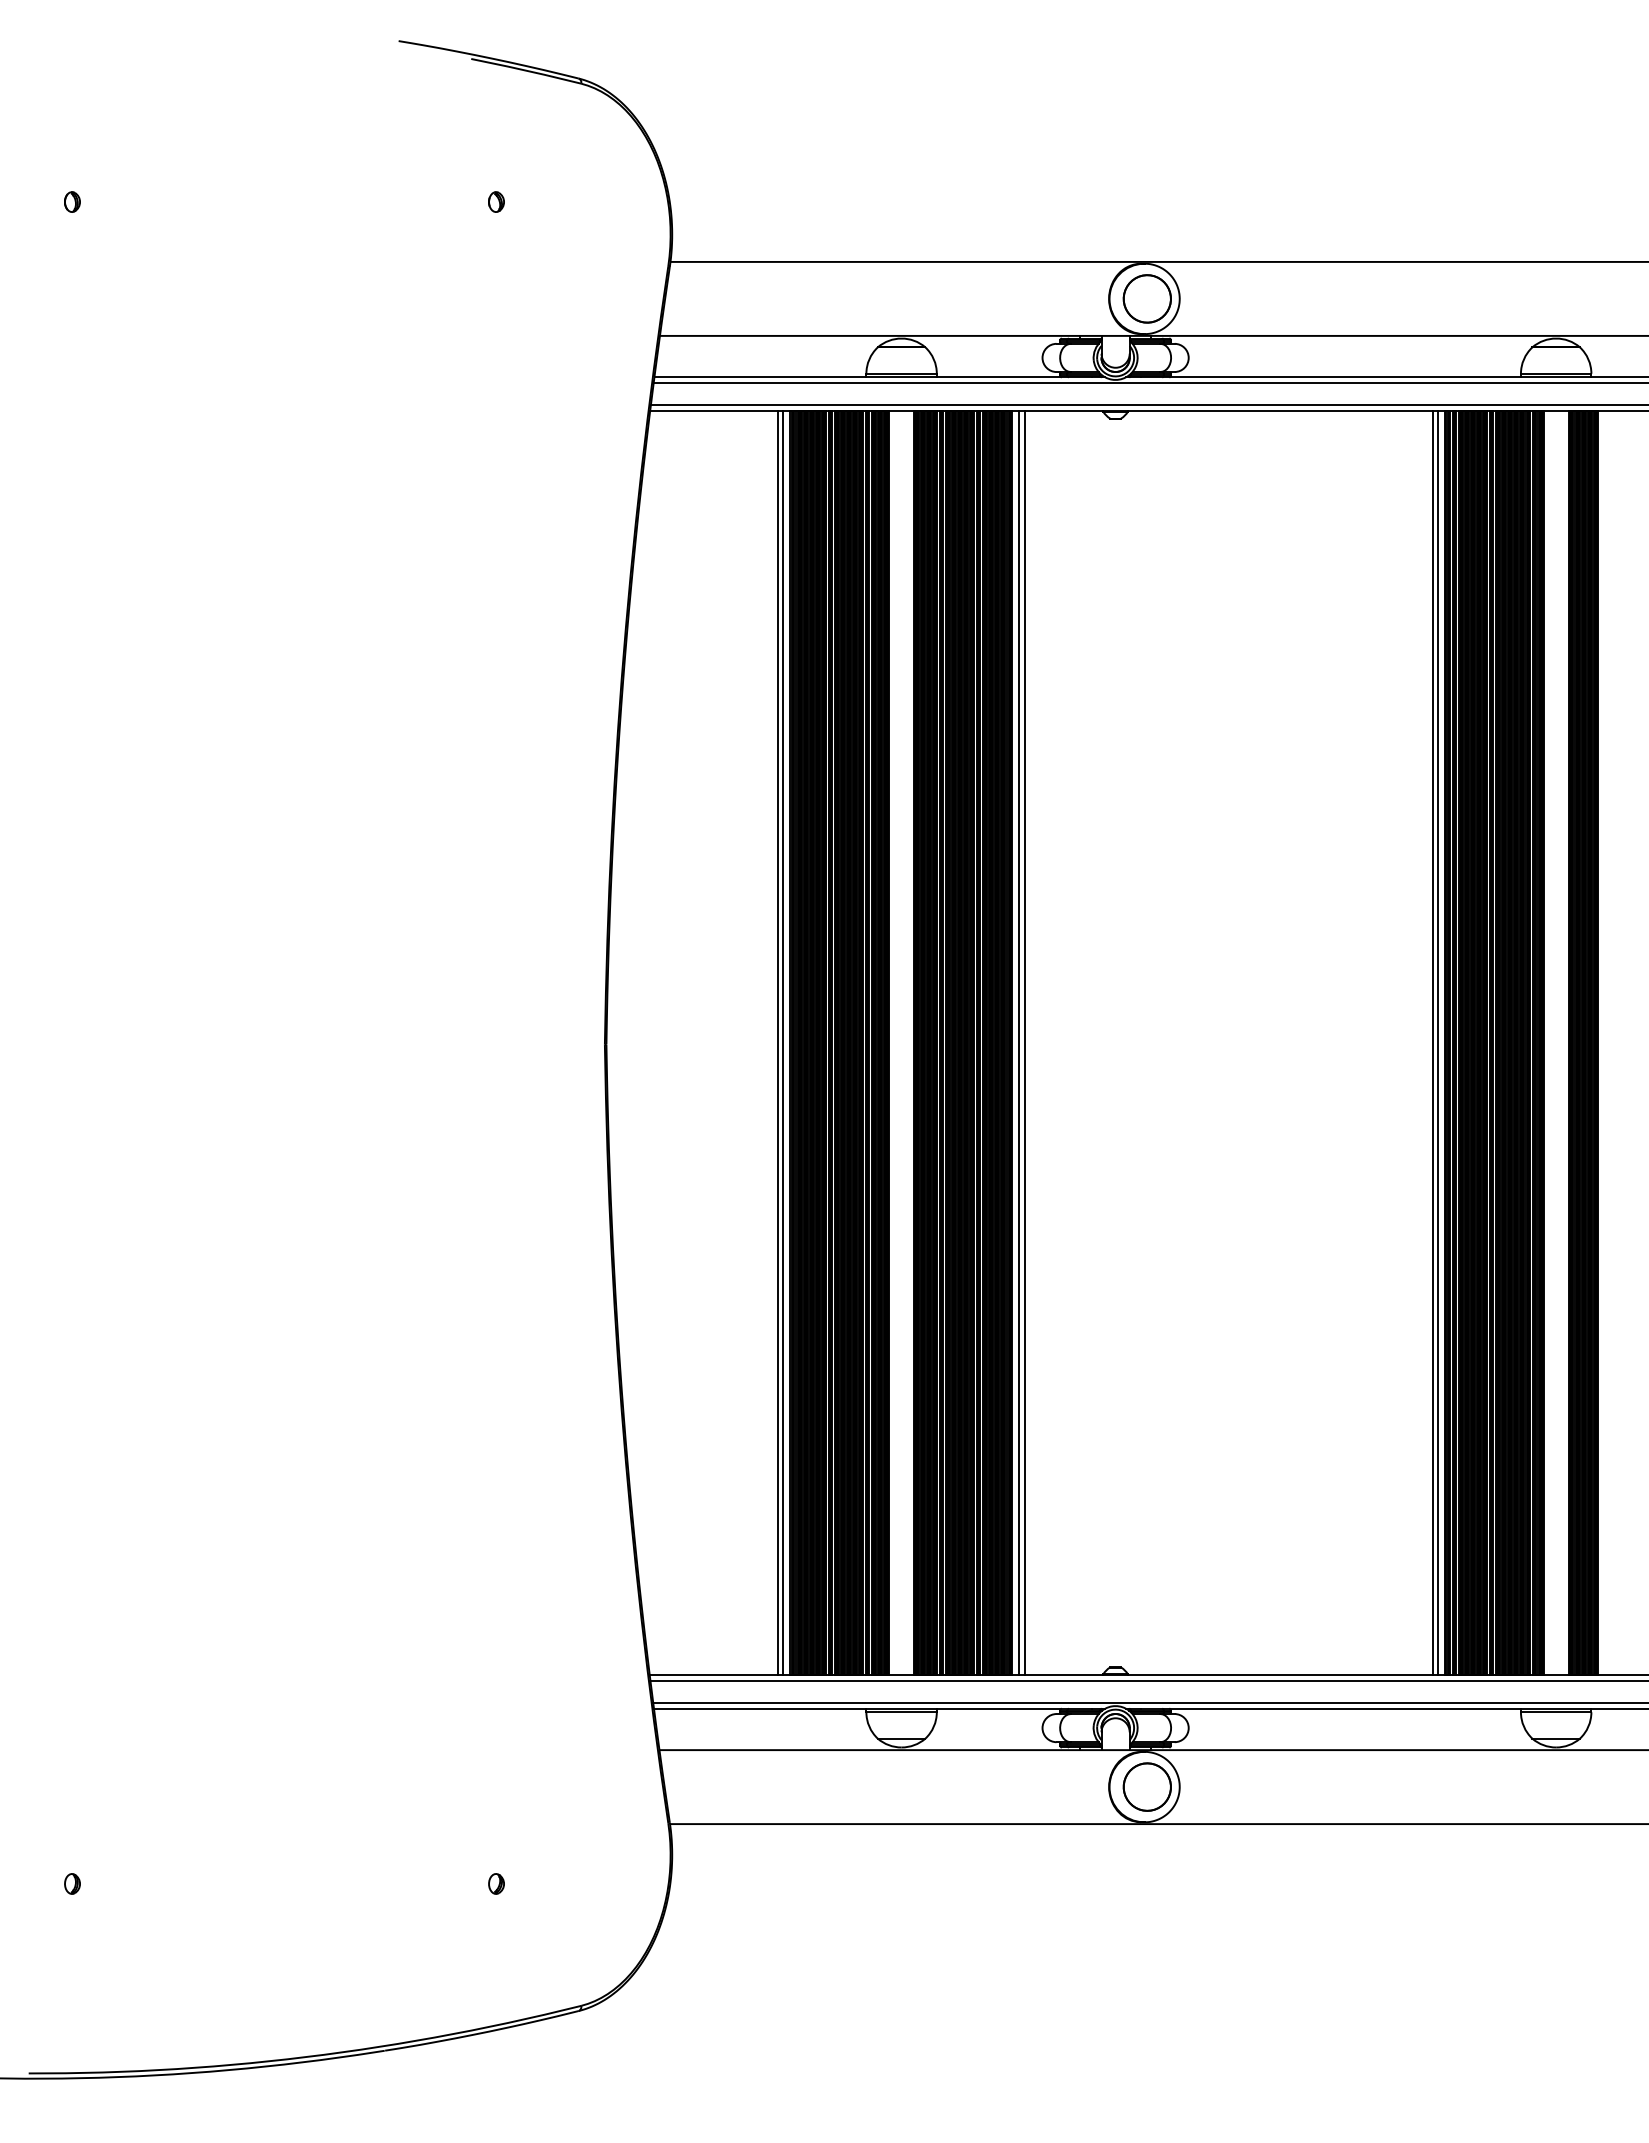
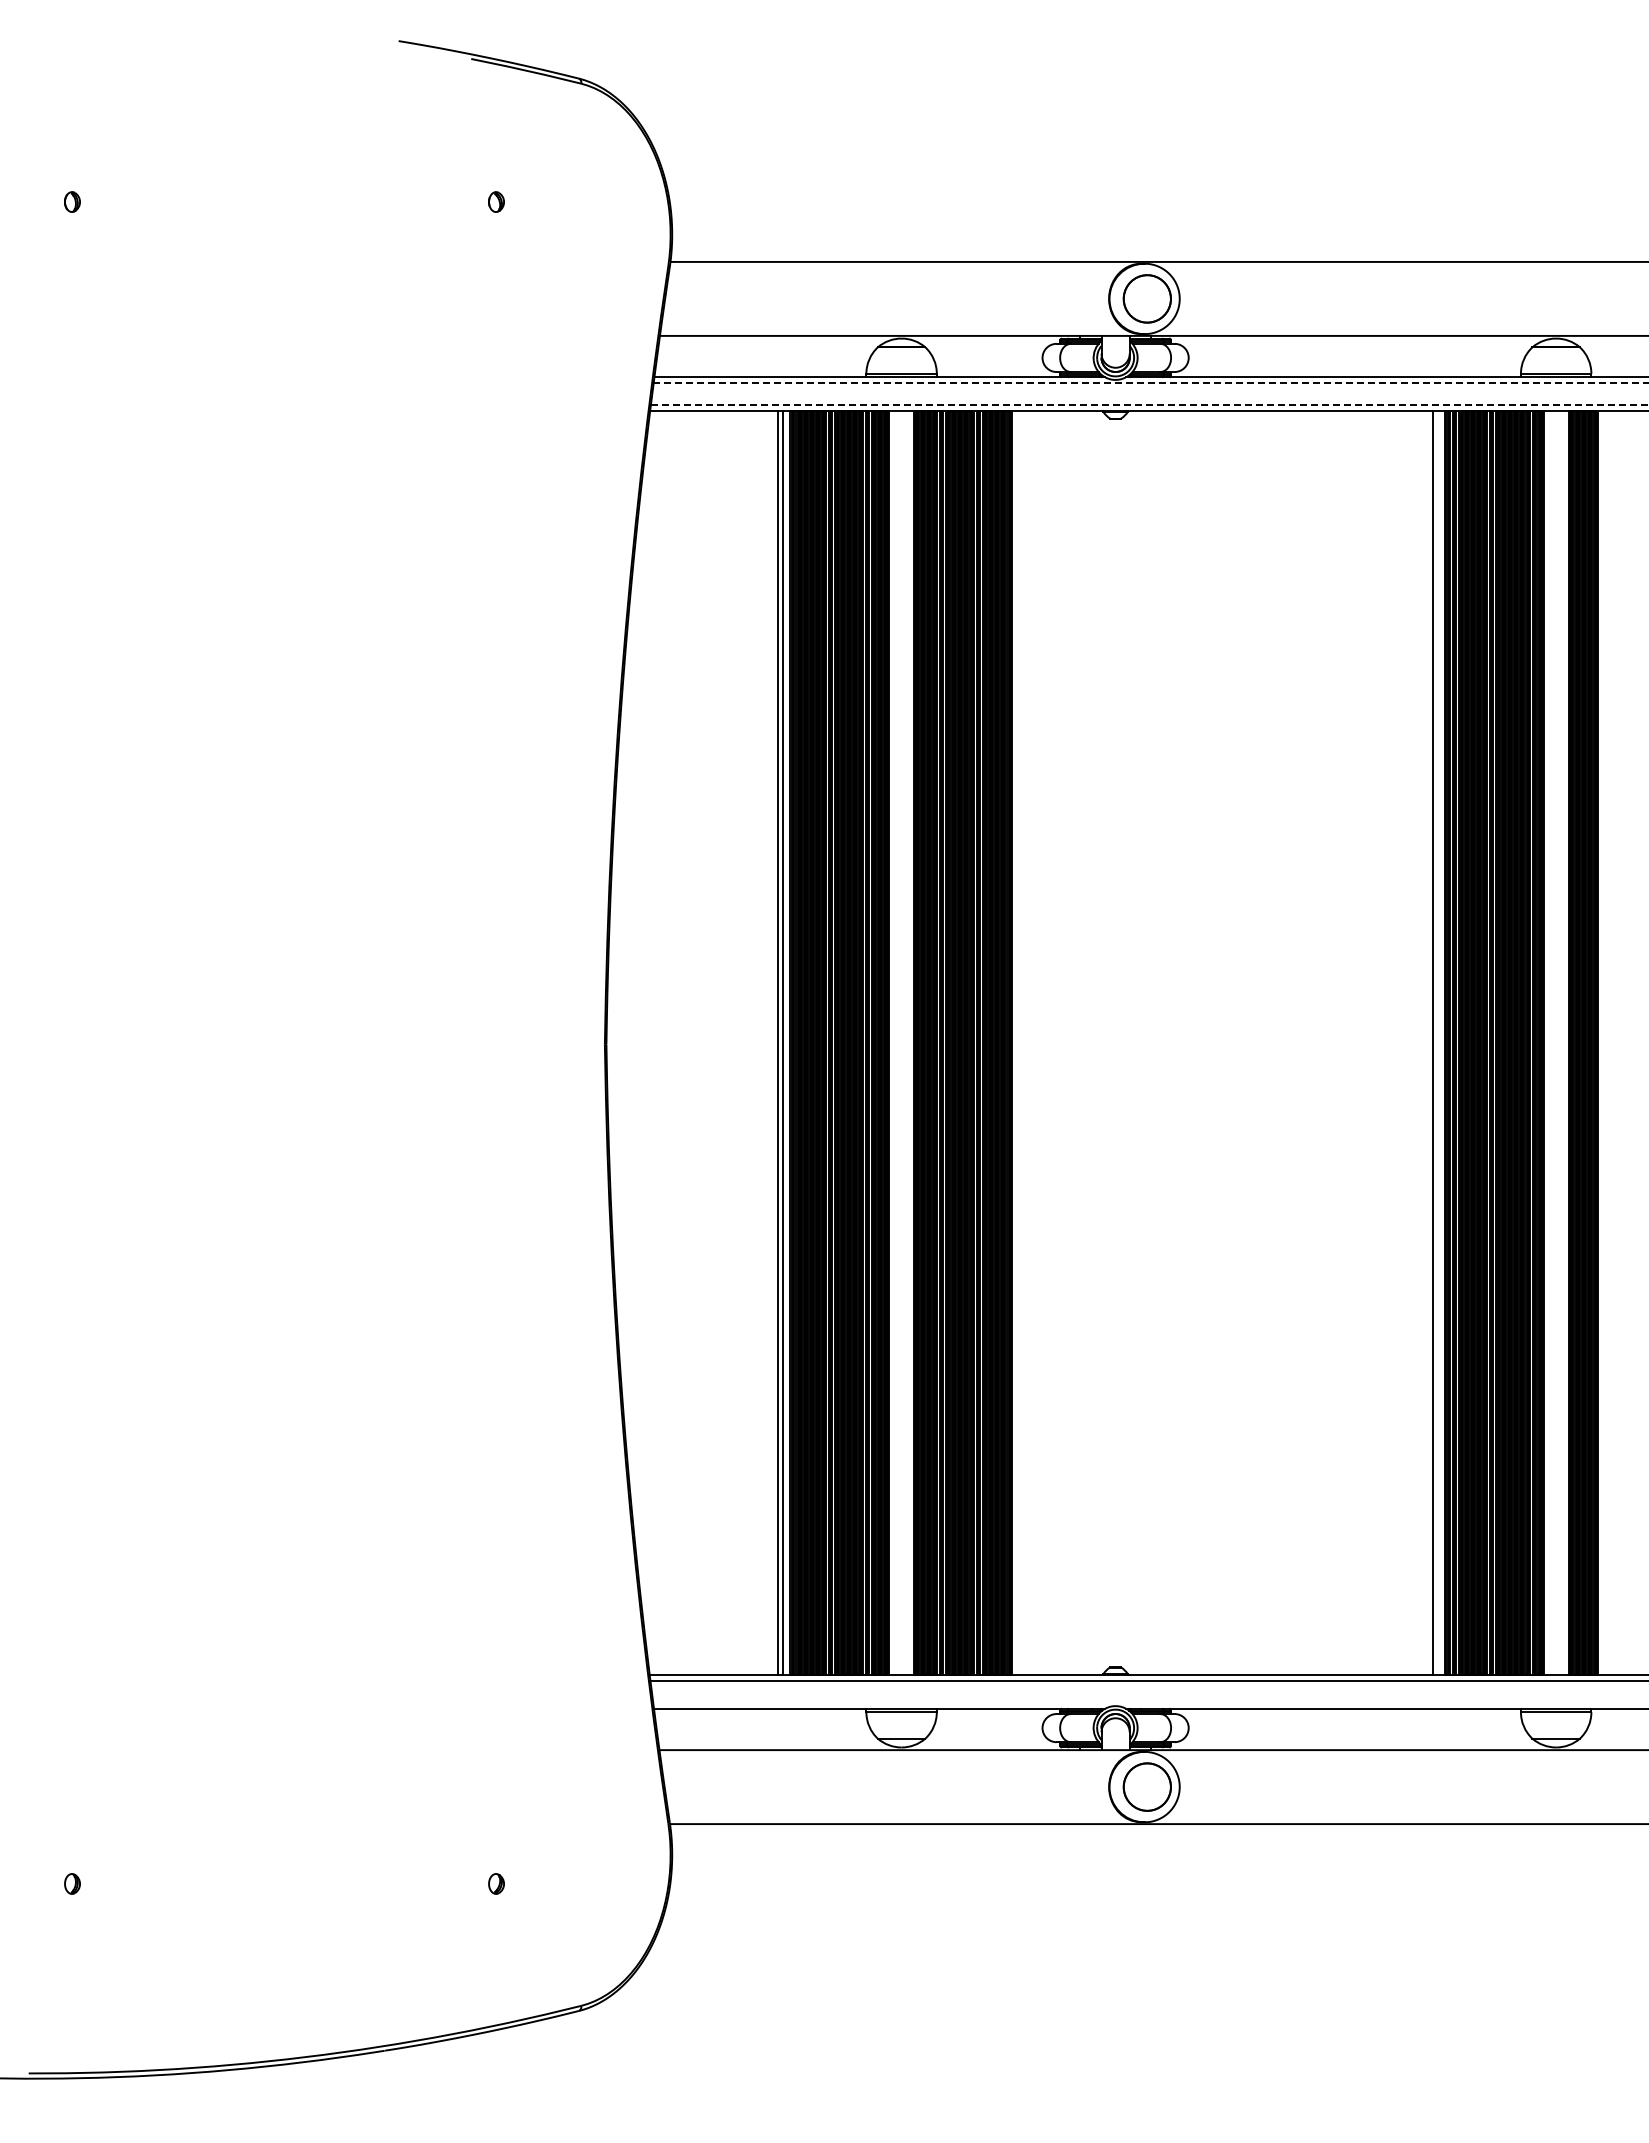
line at (1150, 382): solid -> dashed
line at (1149, 405): solid -> dashed
line at (1019, 1042): present -> none
line at (1024, 1042): present -> none
line at (1438, 1042): present -> none
line at (1149, 1703): present -> none
